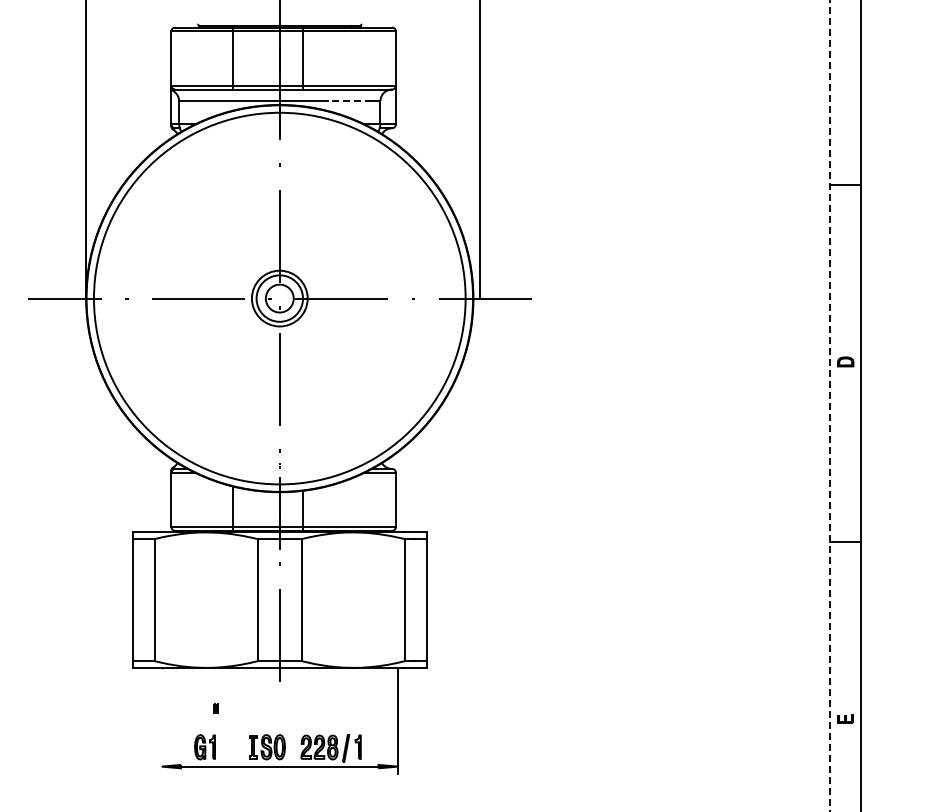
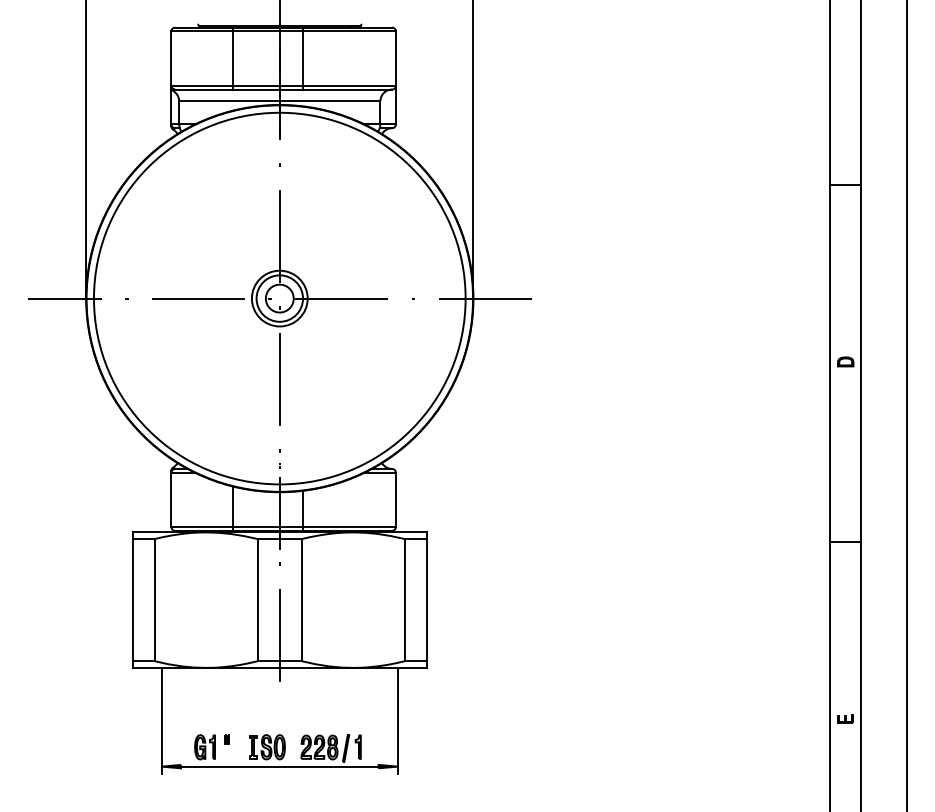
line at (349, 101): dashed -> solid
line at (480, 150) position: (480, 150) -> (473, 150)
line at (829, 405): dashed -> solid
line at (906, 405): none -> present
part at (215, 708) position: (215, 708) -> (226, 739)
line at (161, 720): none -> present
